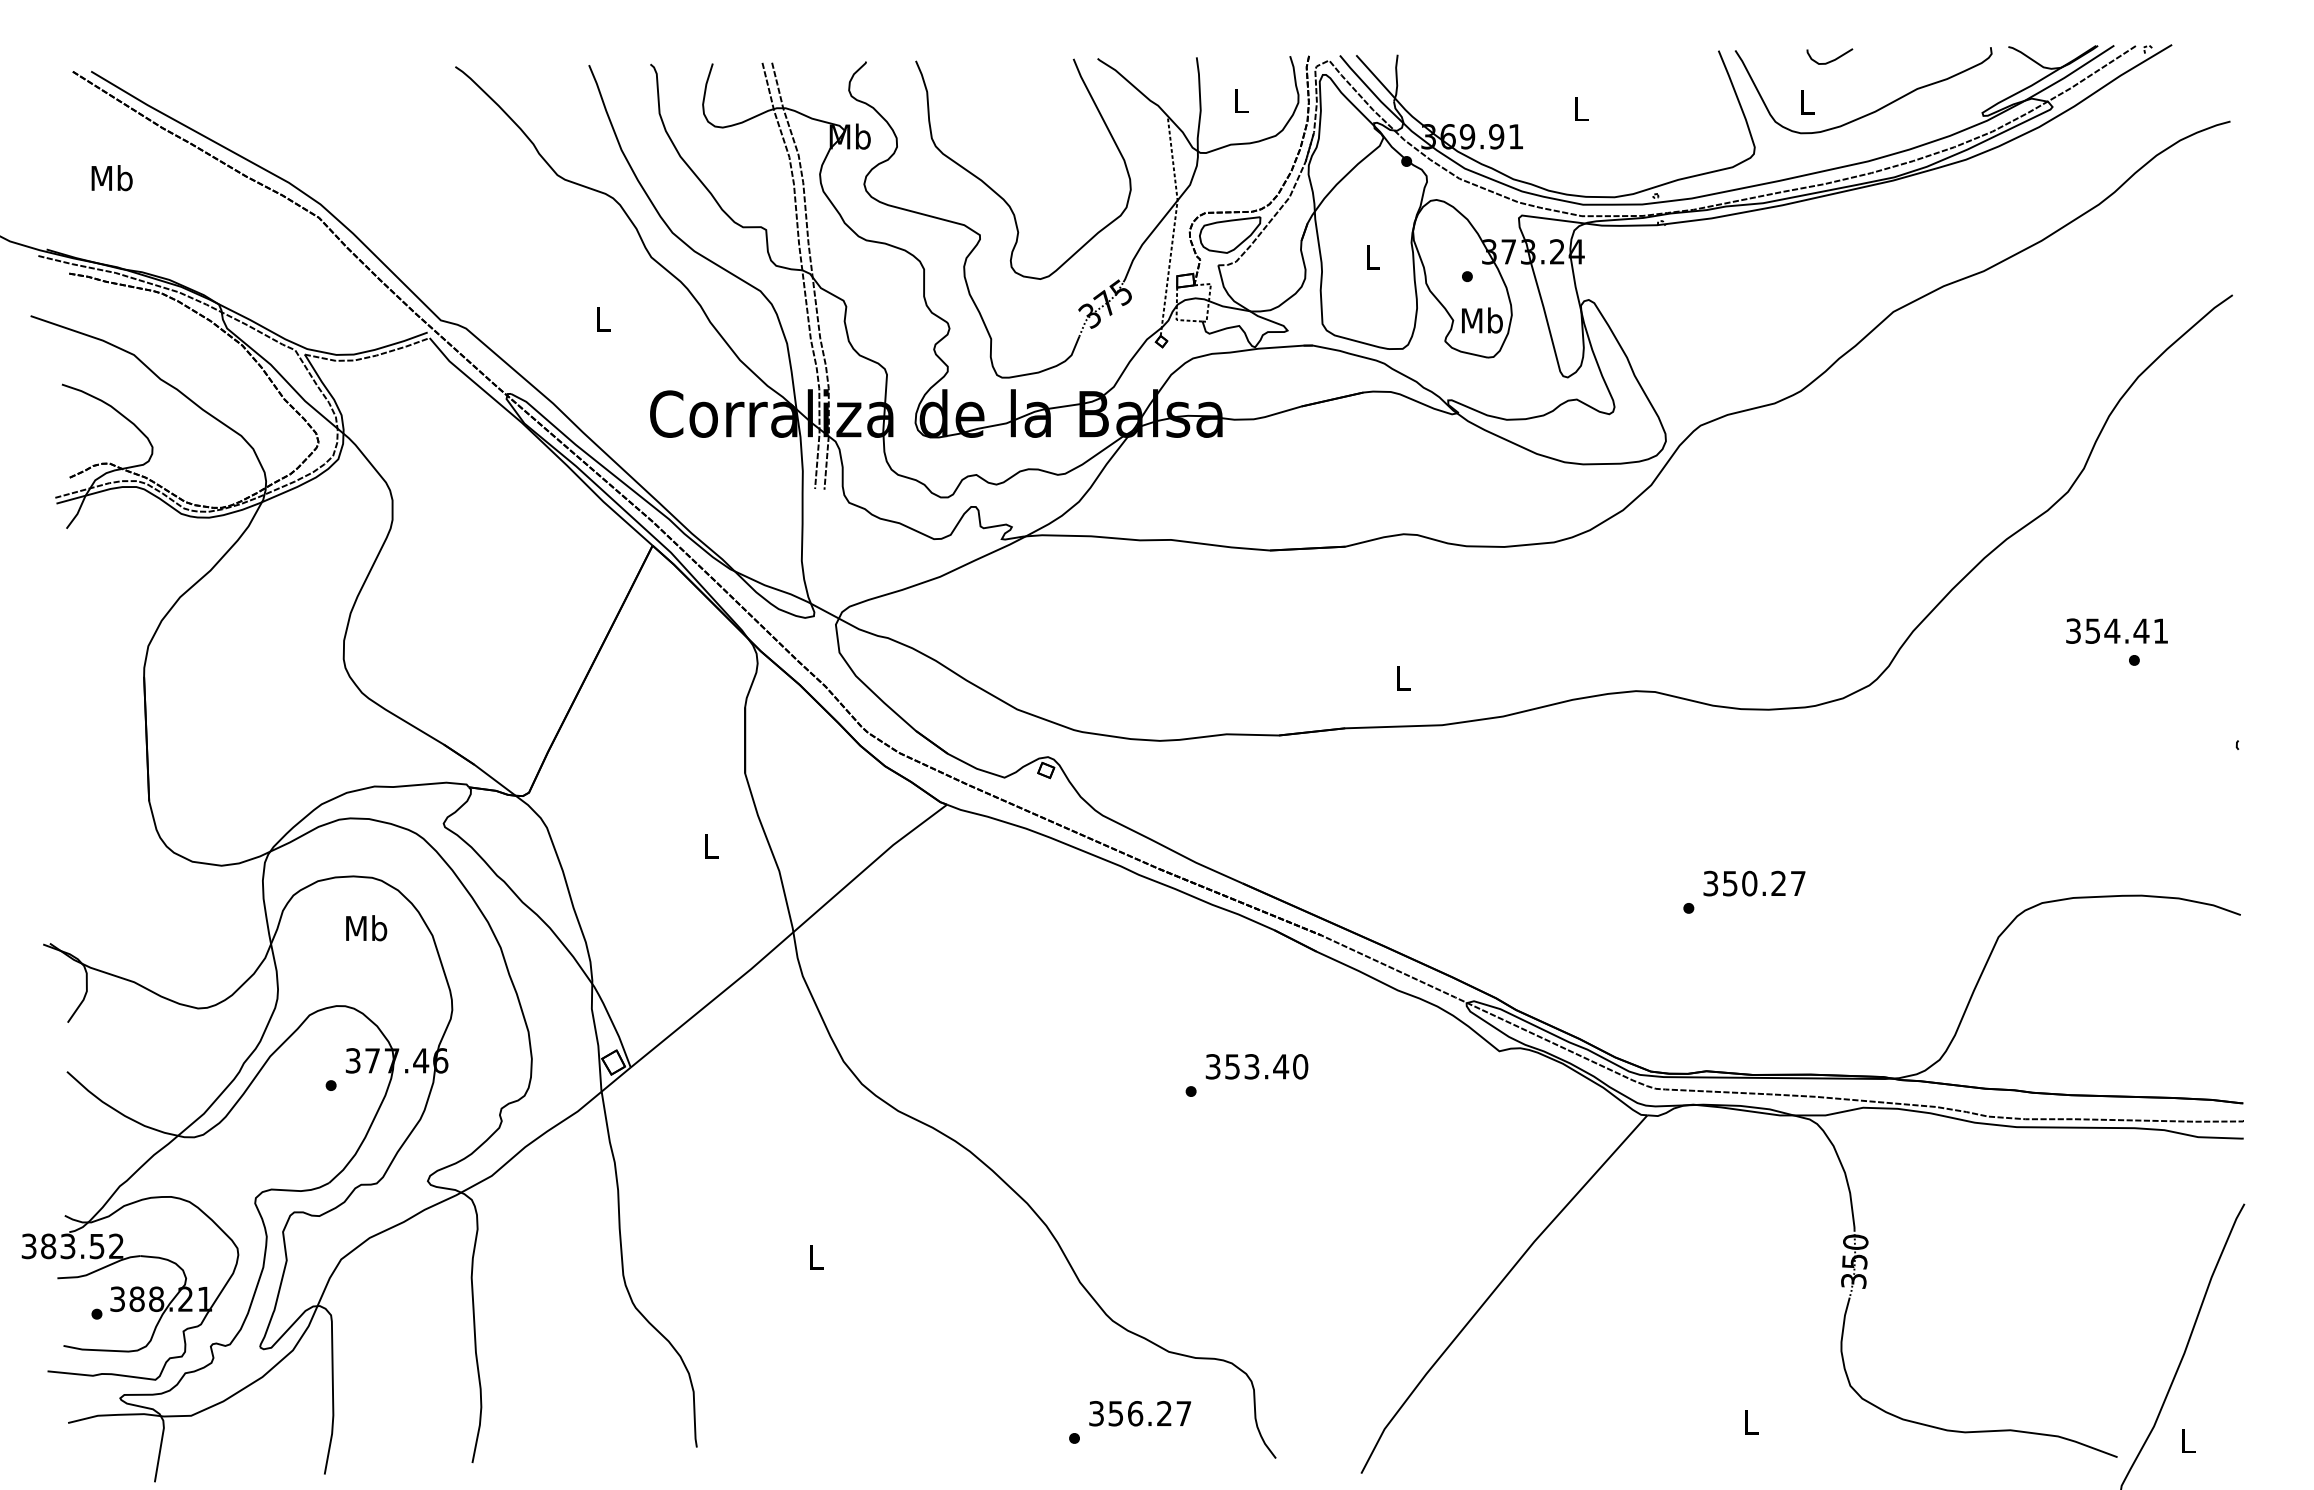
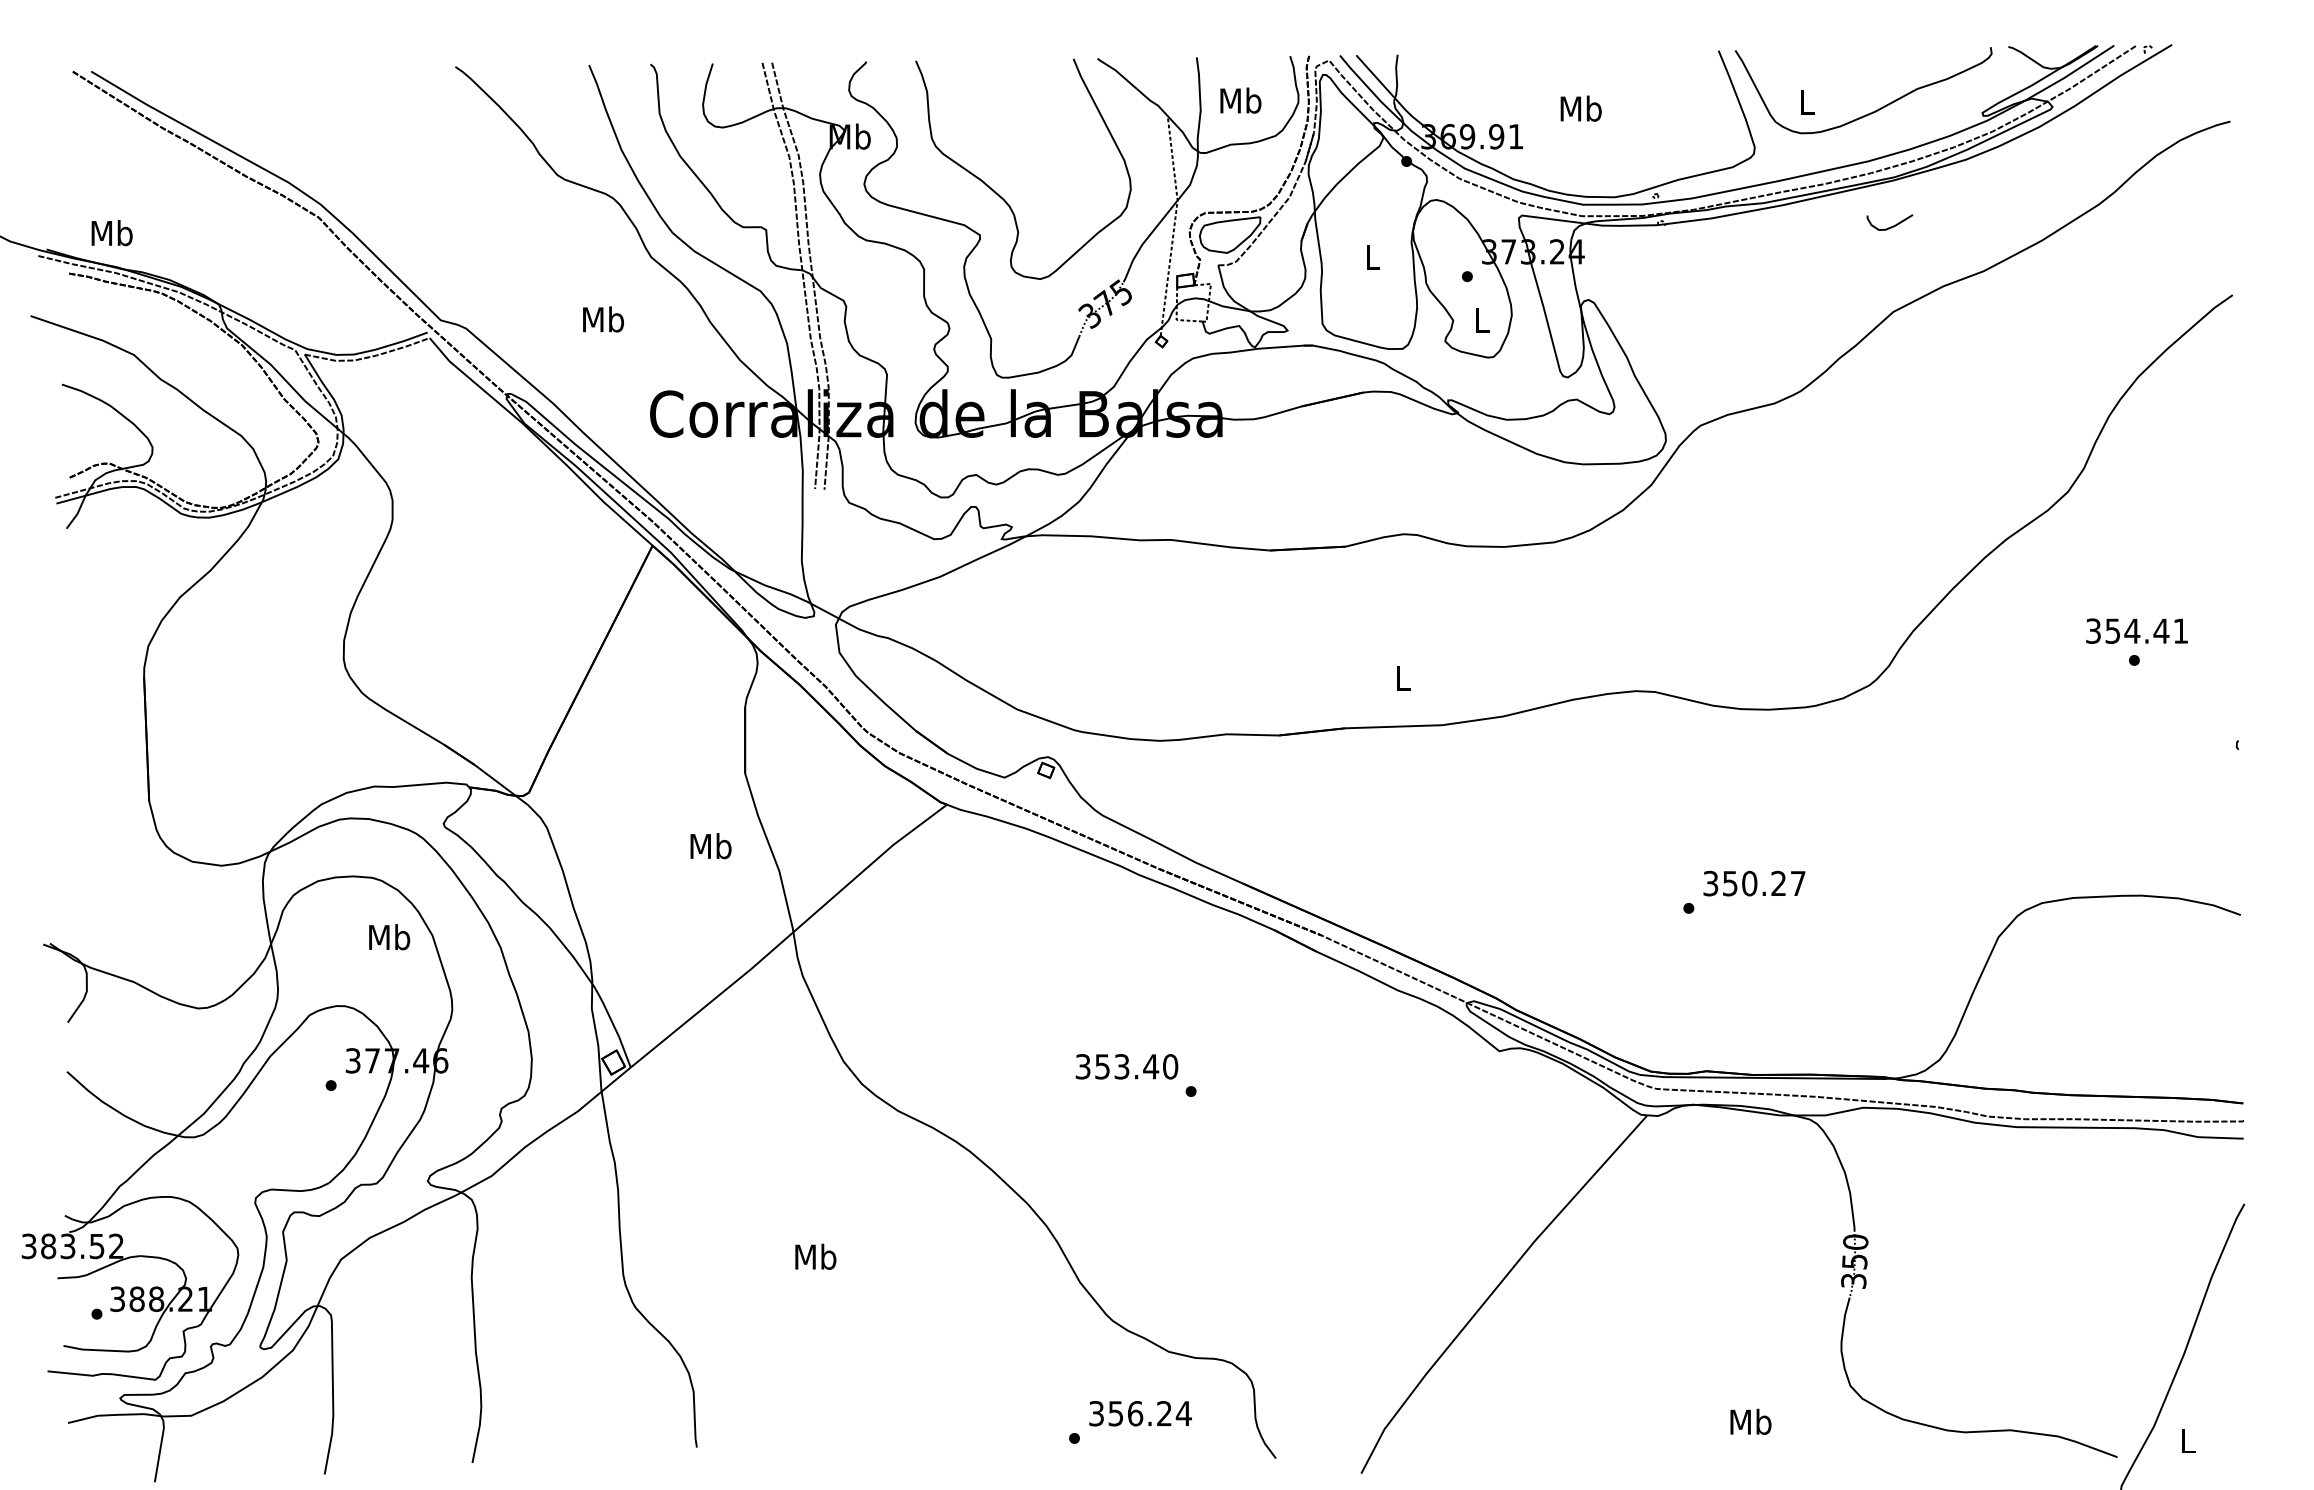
curve at (1830, 60) position: (1830, 60) -> (1890, 226)
text at (1240, 100): L -> Mb
text at (1580, 108): L -> Mb
text at (111, 178) position: (111, 178) -> (111, 233)
text at (603, 319): L -> Mb
text at (1482, 320): Mb -> L
text at (2116, 630) position: (2116, 630) -> (2136, 630)
text at (710, 846): L -> Mb
text at (366, 928) position: (366, 928) -> (389, 937)
text at (1256, 1066) position: (1256, 1066) -> (1126, 1066)
text at (815, 1256): L -> Mb
text at (1183, 1413): 356.27 -> 356.24
text at (1750, 1421): L -> Mb
